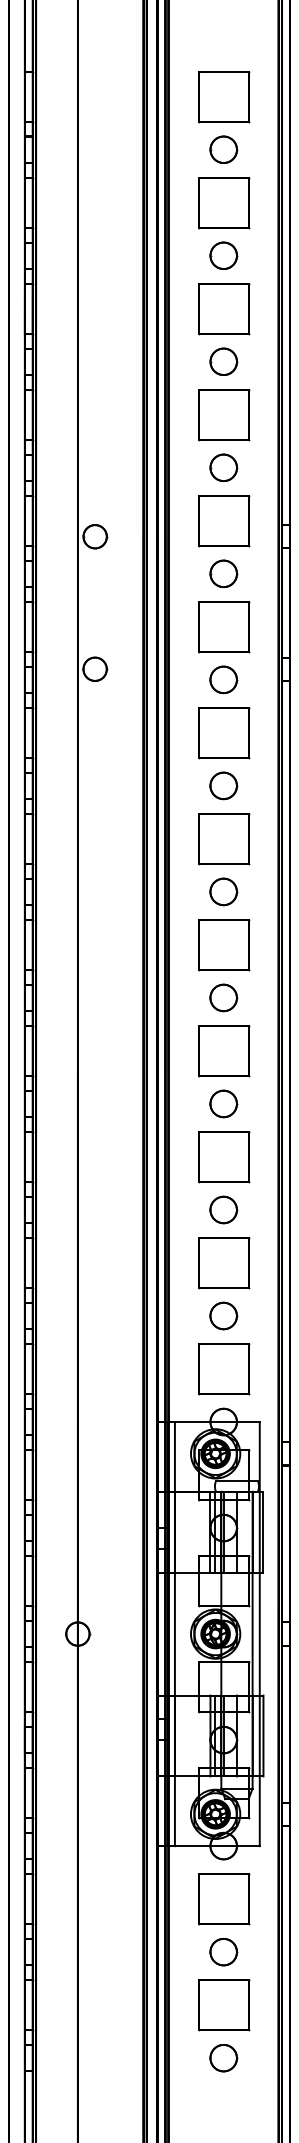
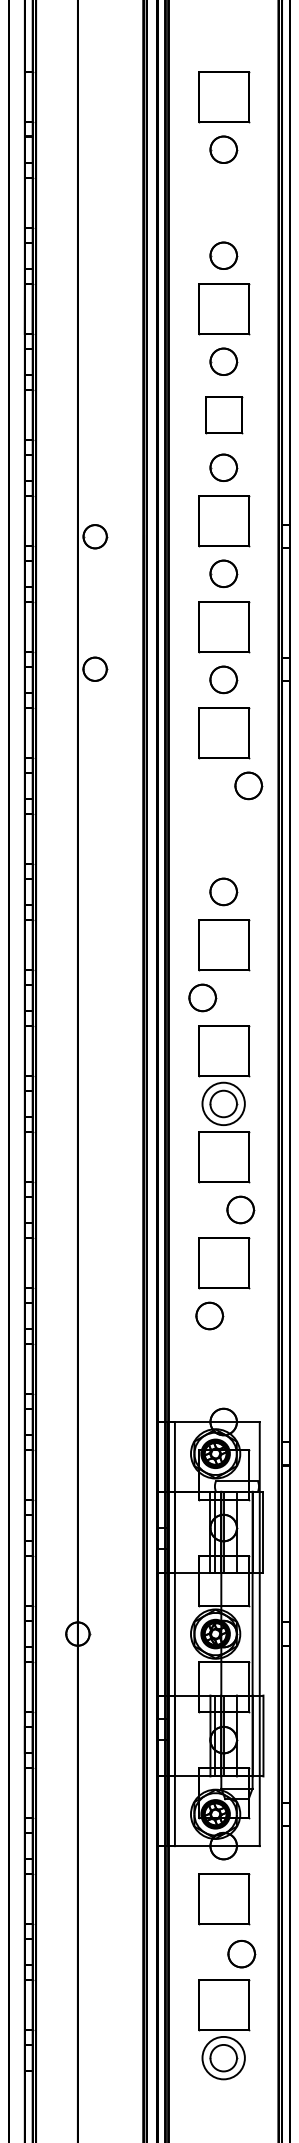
part at (224, 203): present -> none
part at (224, 415) size: 53x53 px -> 39x39 px
part at (223, 785) position: (223, 785) -> (248, 785)
part at (224, 839): present -> none
part at (223, 997) position: (223, 997) -> (202, 997)
circle at (223, 1103) diameter: 27 px -> 42 px
part at (223, 1209) position: (223, 1209) -> (240, 1209)
part at (223, 1315) position: (223, 1315) -> (209, 1315)
part at (224, 1369): present -> none
part at (223, 1952) position: (223, 1952) -> (241, 1954)
circle at (223, 2057) diameter: 27 px -> 42 px
